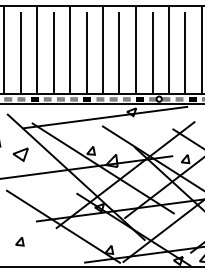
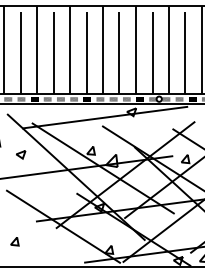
part at (20, 154) size: 17x15 px -> 11x10 px
part at (19, 241) position: (19, 241) -> (14, 241)
